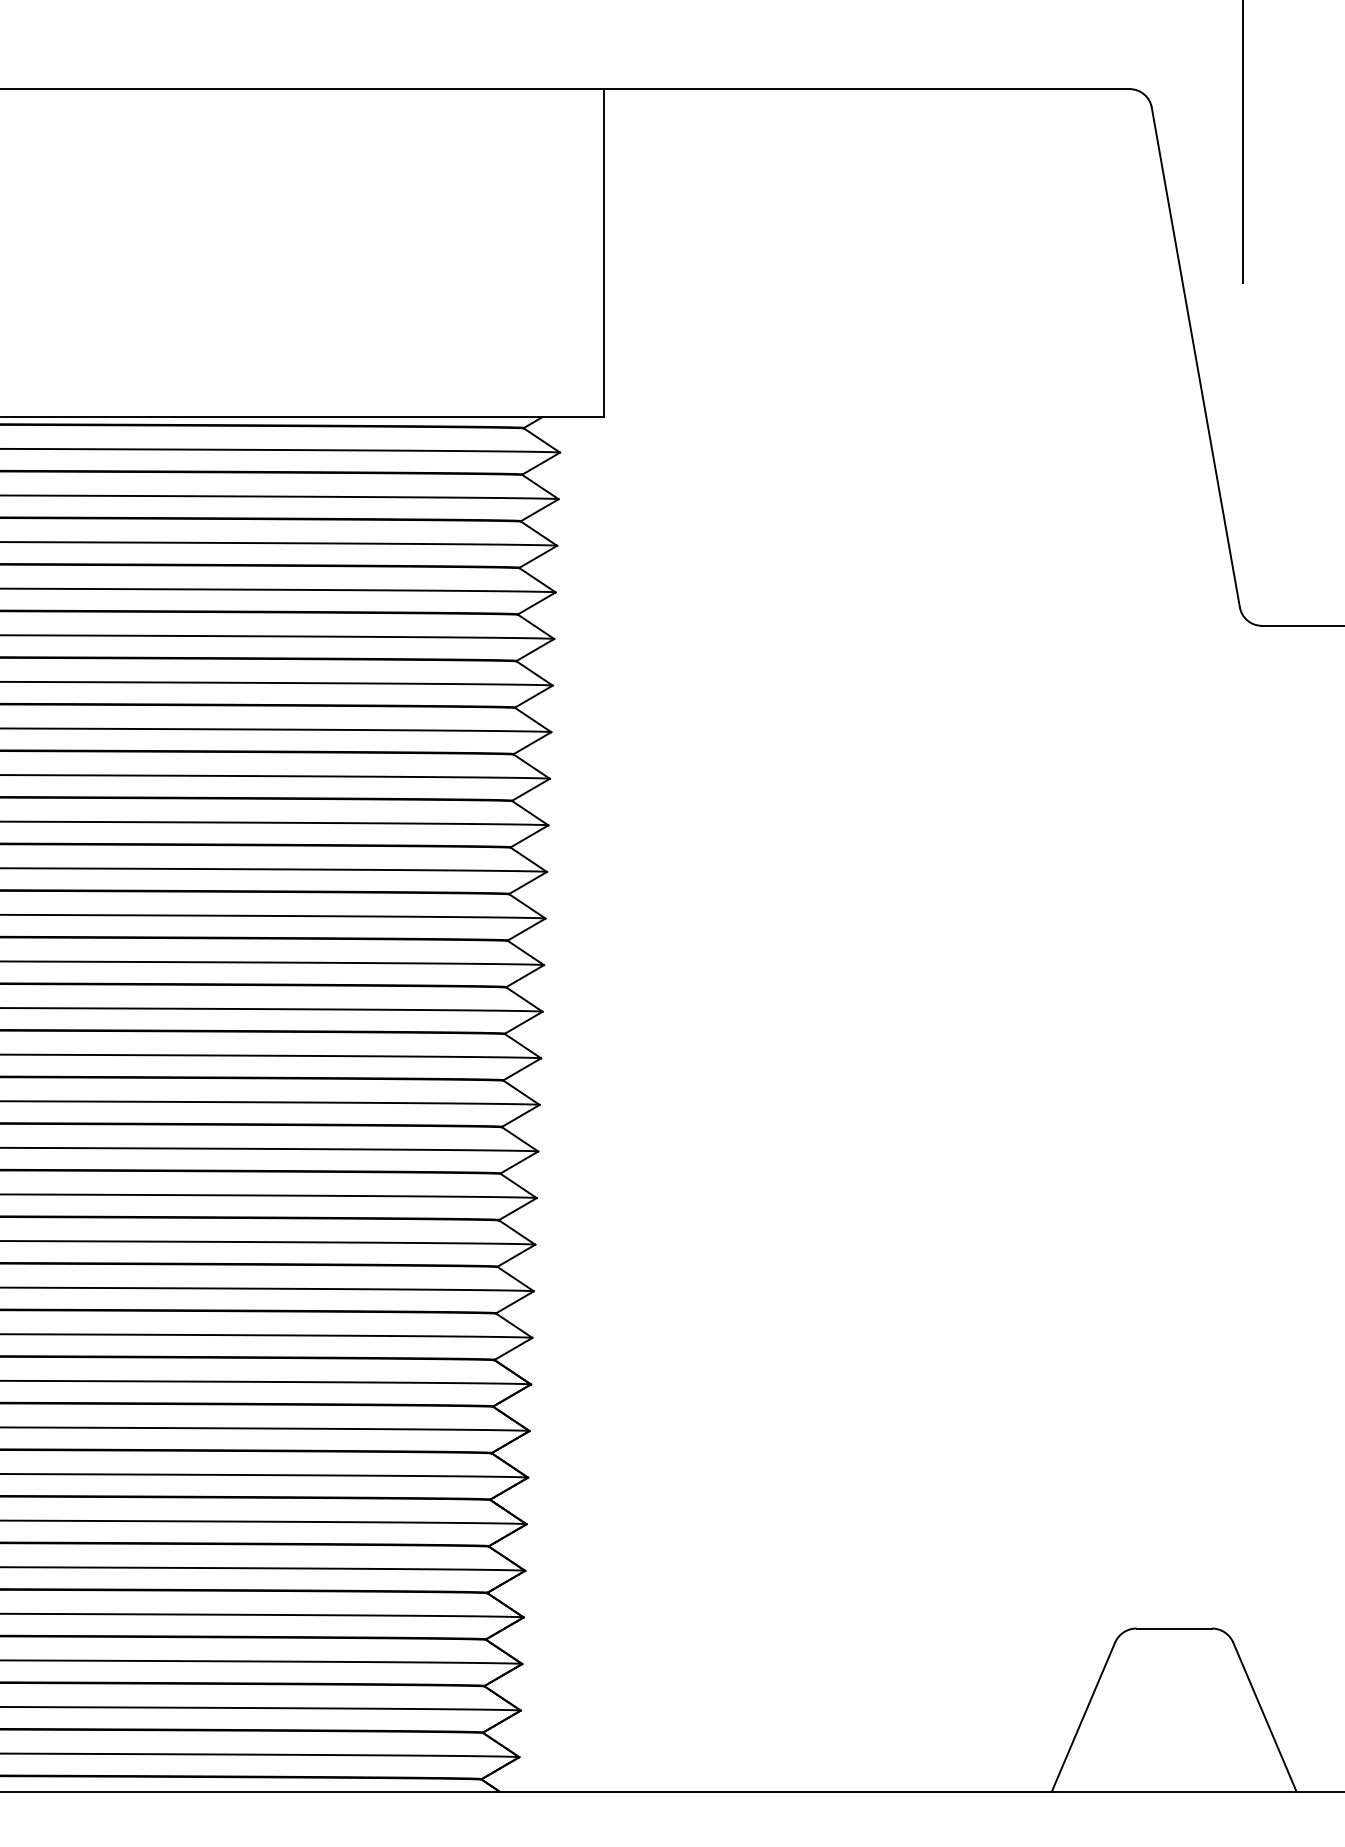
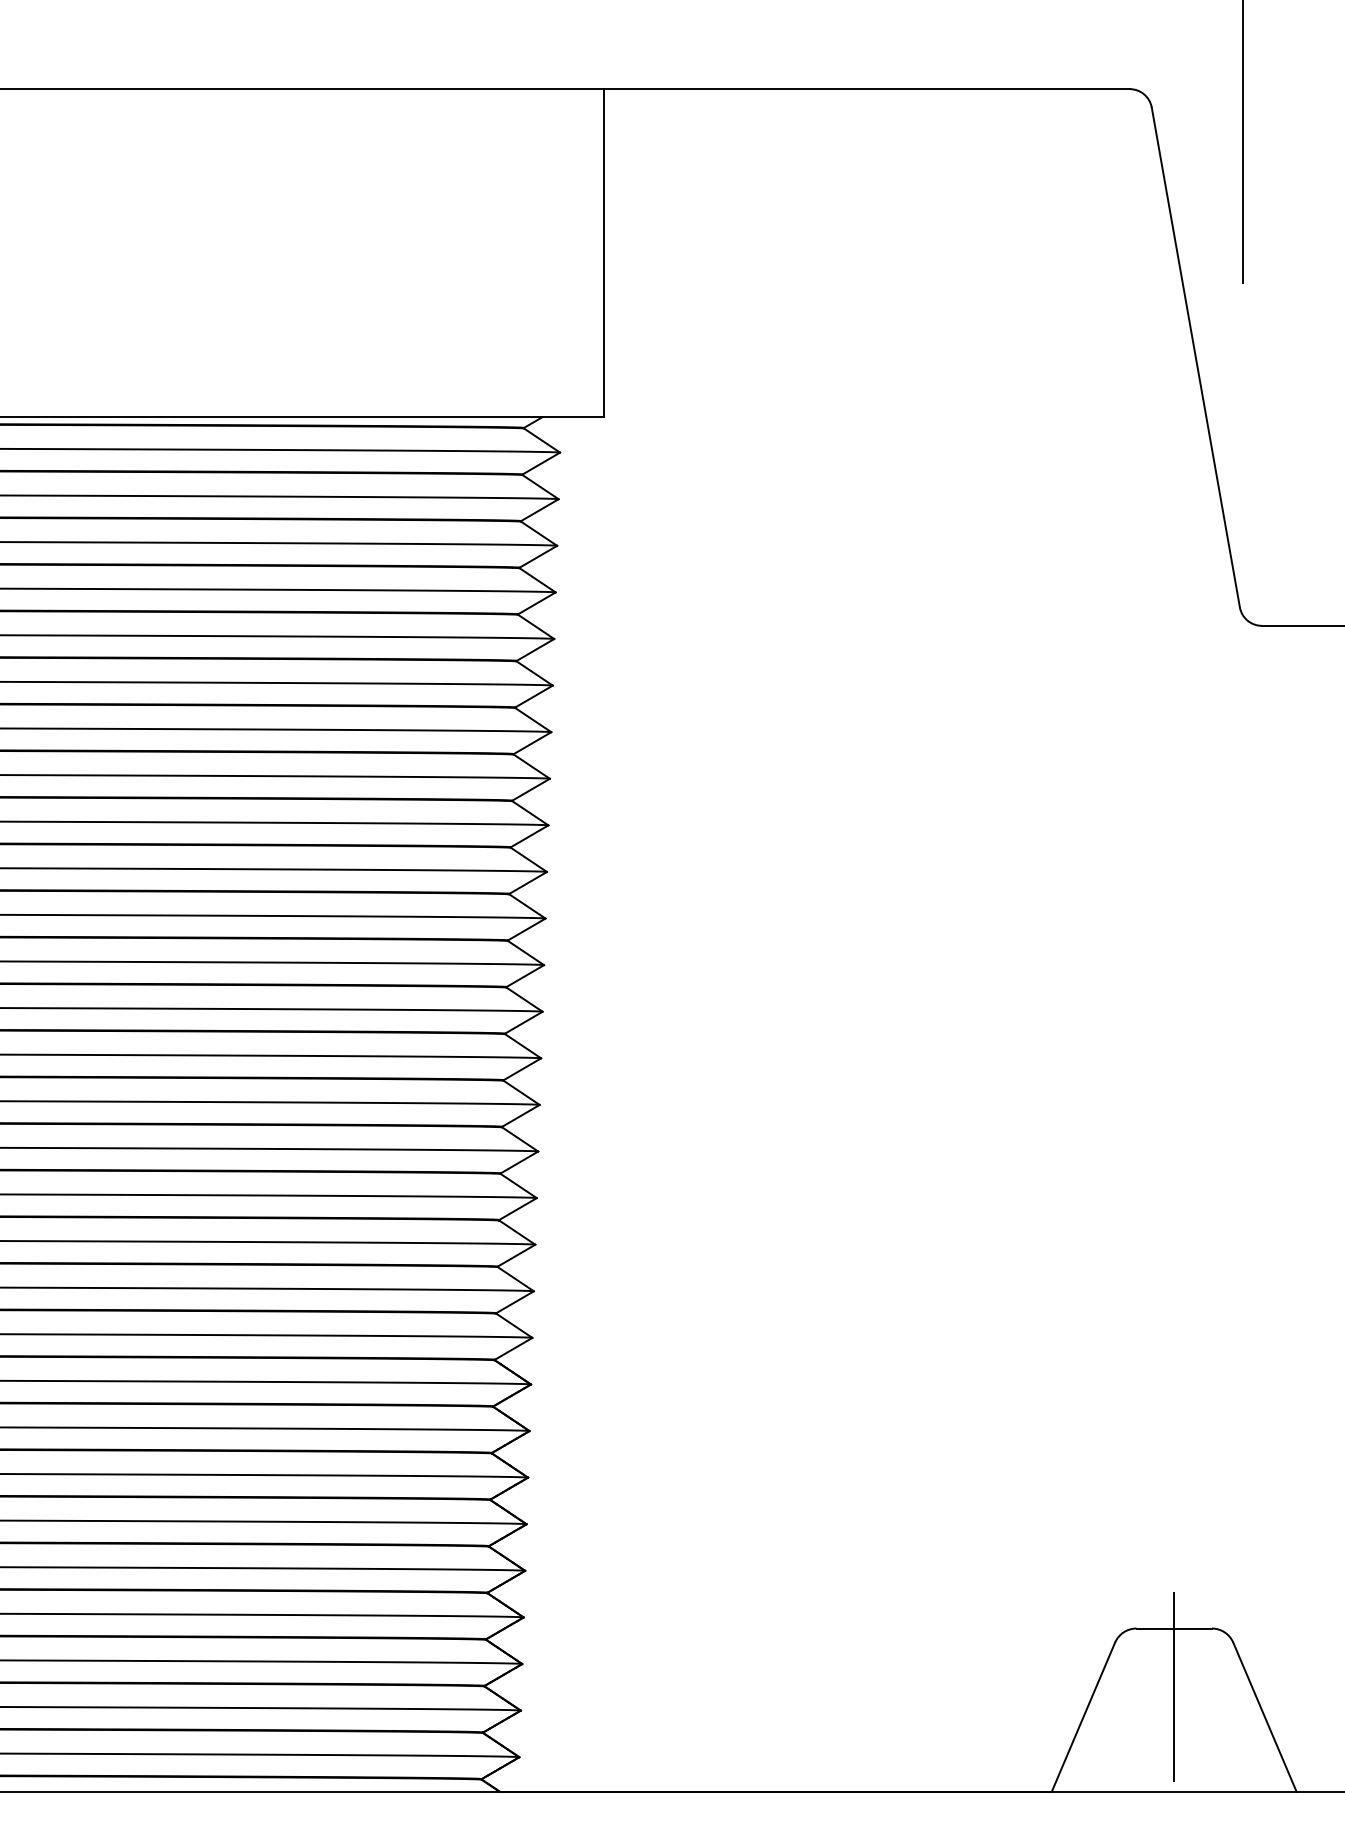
line at (1174, 1686): none -> present
